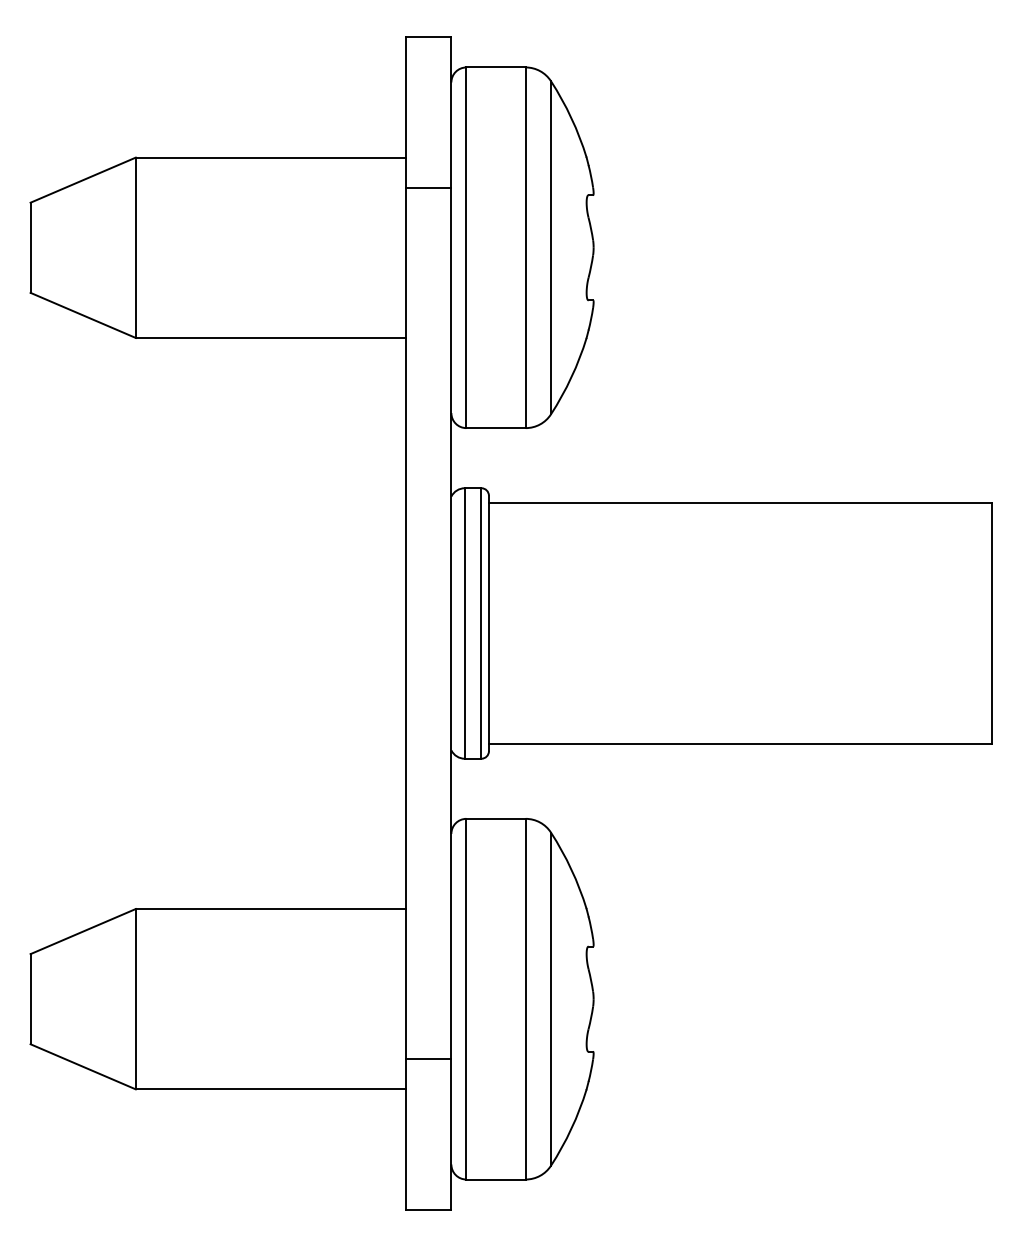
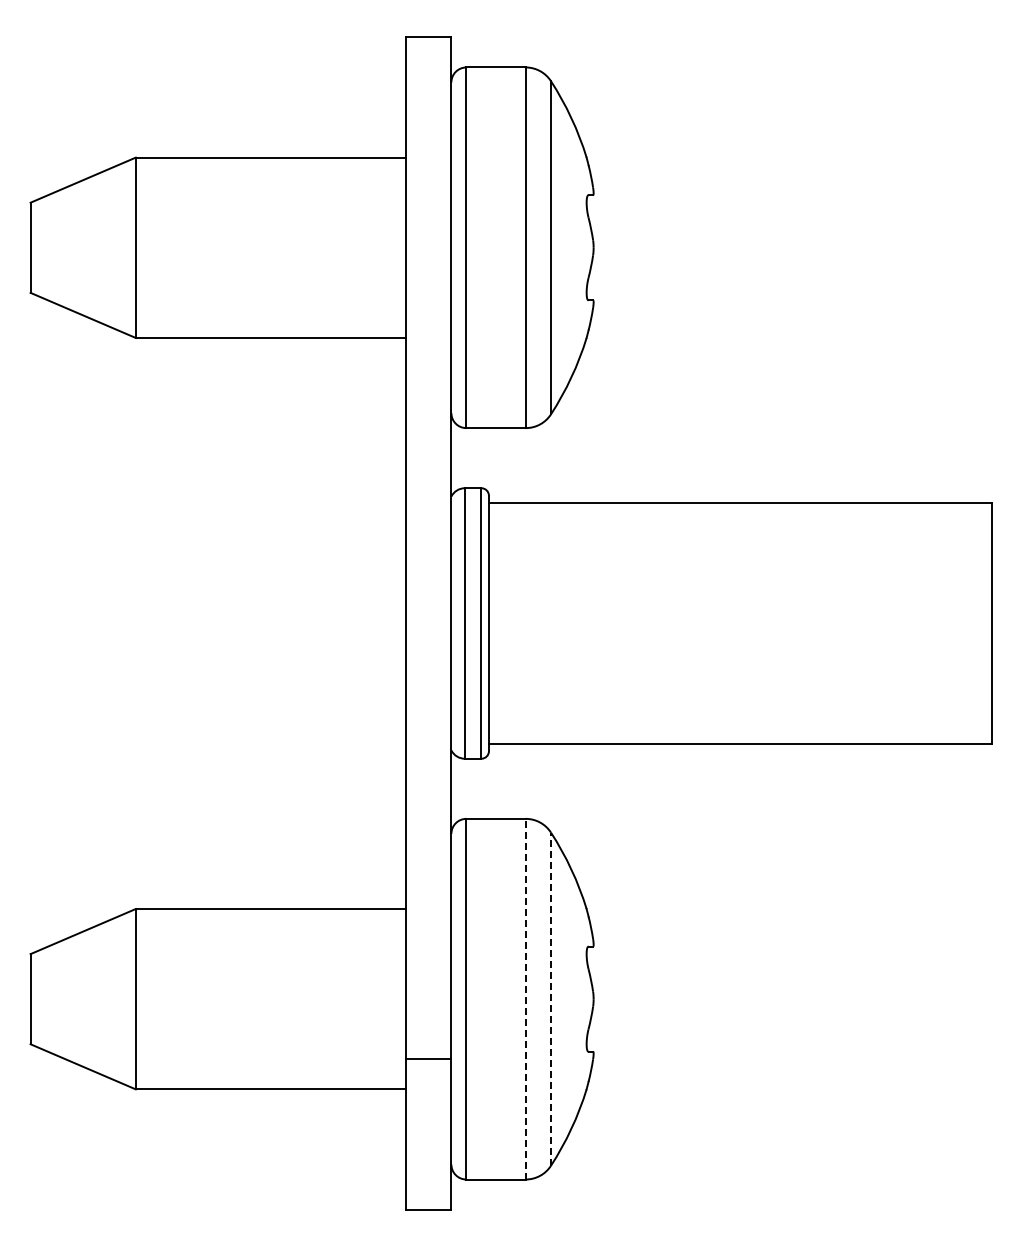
line at (428, 187): present -> none
line at (525, 998): solid -> dashed
line at (550, 999): solid -> dashed
